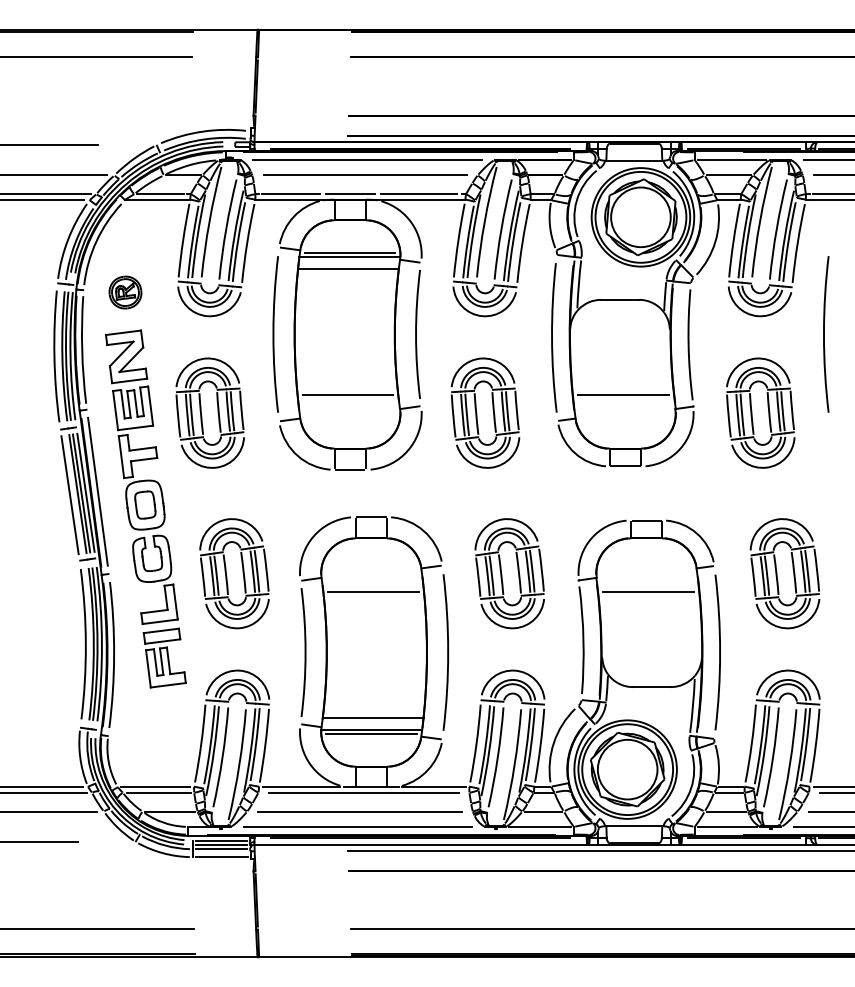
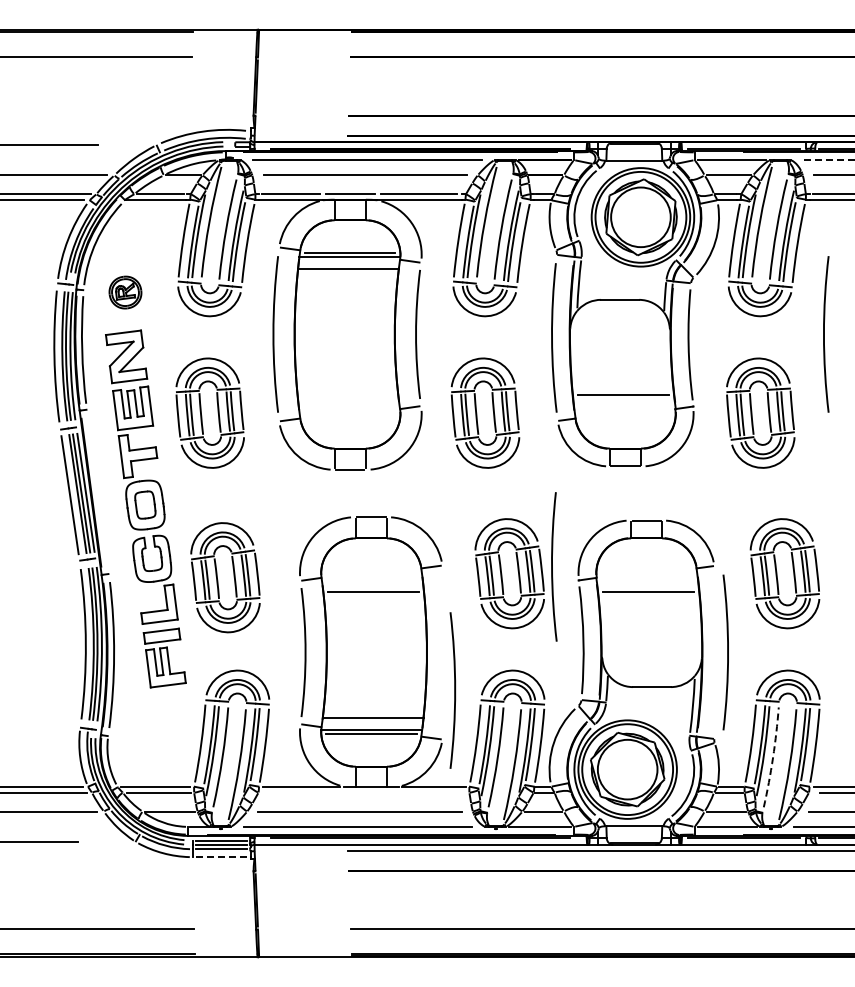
line at (829, 160): solid -> dashed
line at (347, 395): present -> none
line at (97, 491): present -> none
arc at (552, 566): none -> present
part at (227, 576) position: (227, 576) -> (218, 580)
arc at (447, 652) position: (447, 652) -> (454, 690)
arc at (719, 652) position: (719, 652) -> (727, 652)
arc at (773, 757): solid -> dashed
line at (363, 792): present -> none
line at (222, 857): solid -> dashed
